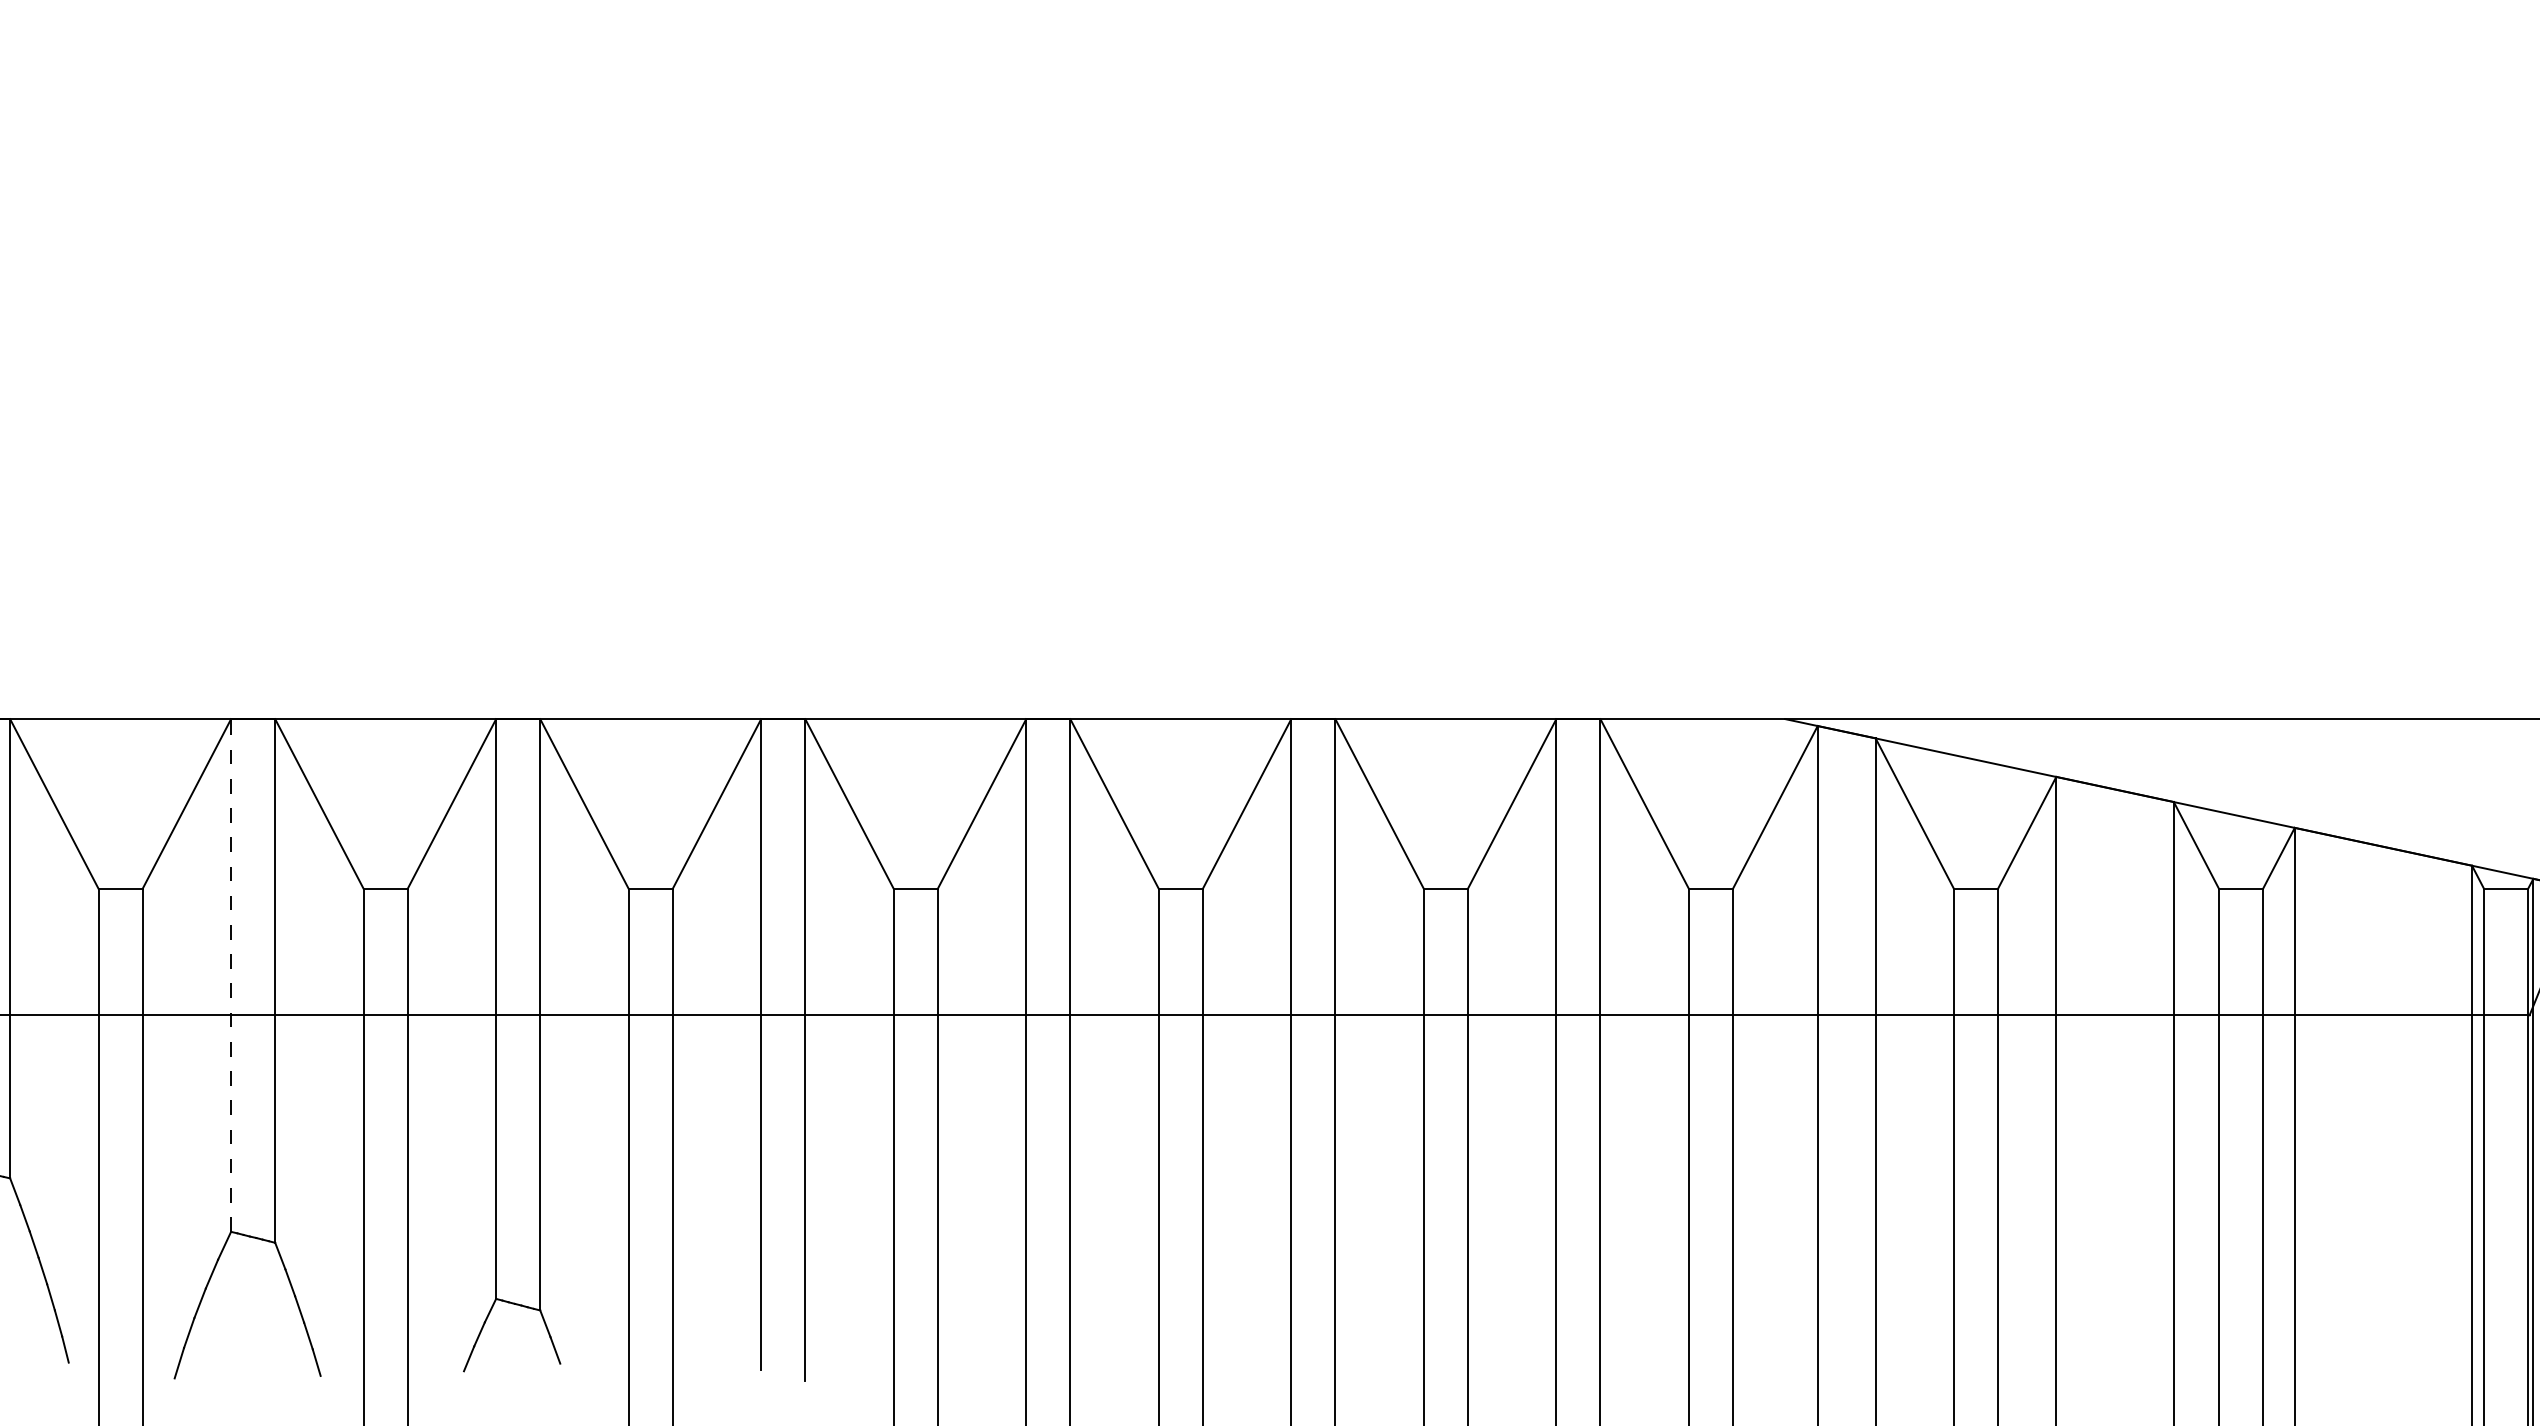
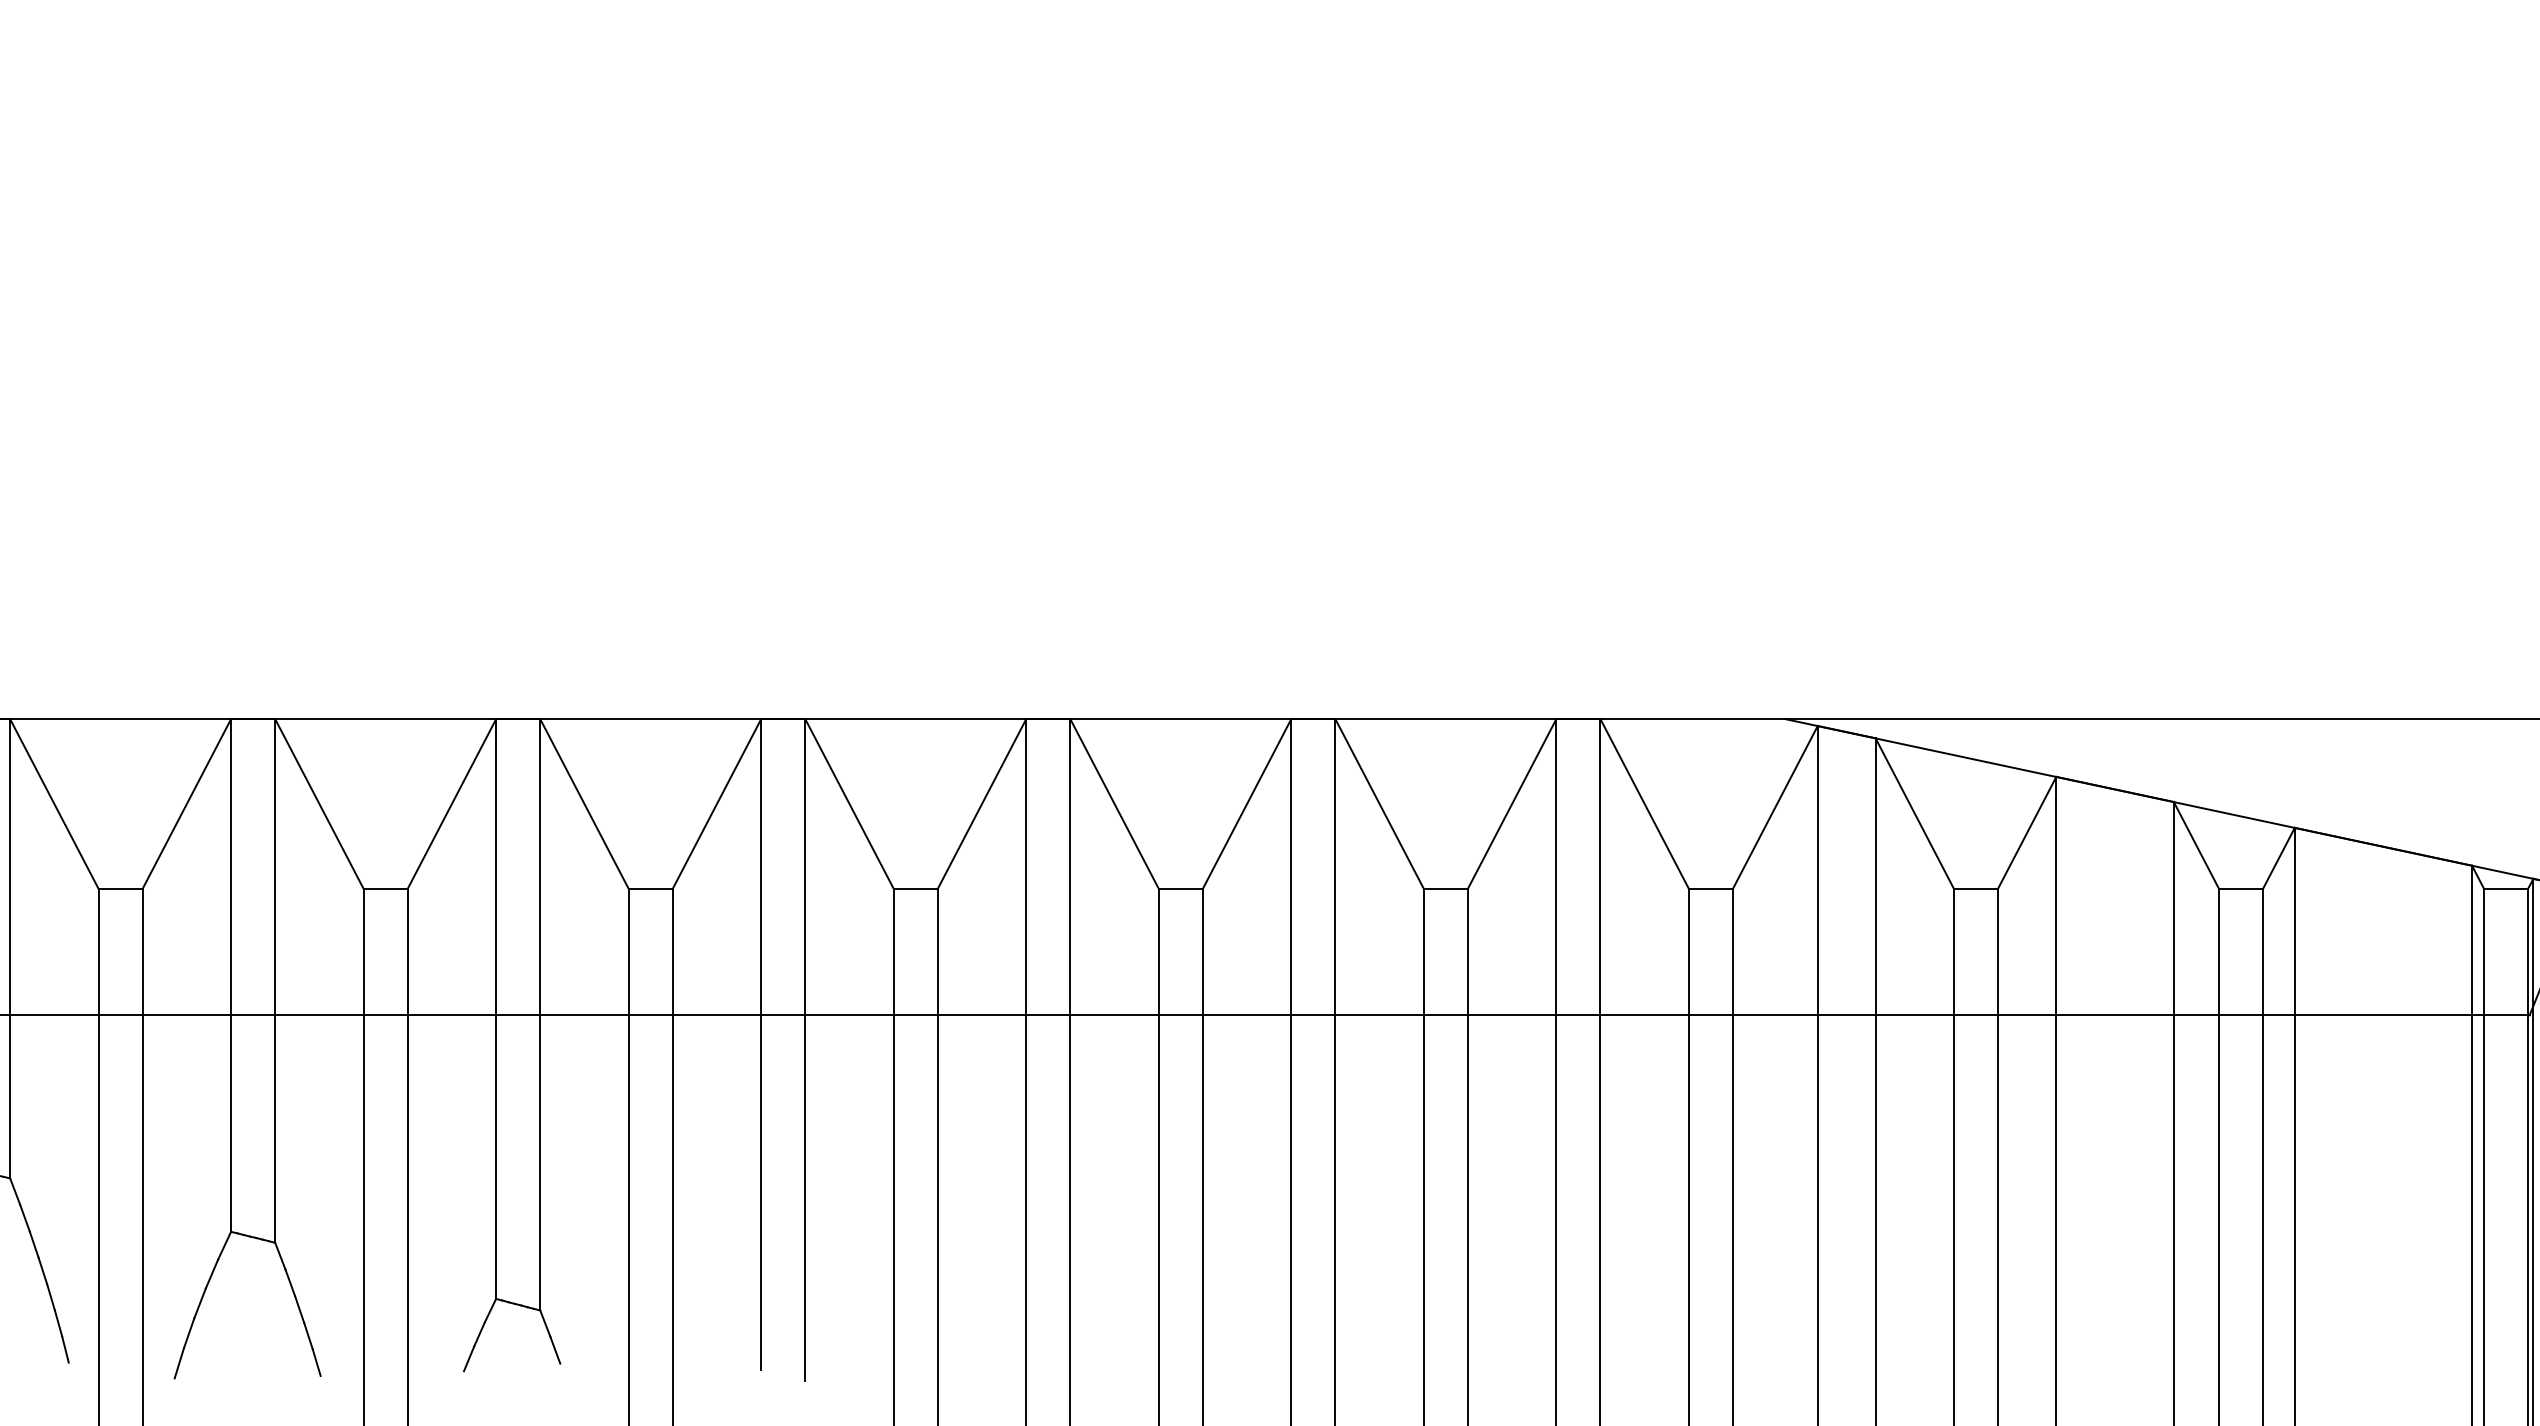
line at (231, 975): dashed -> solid
